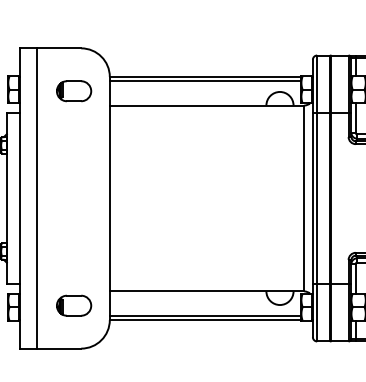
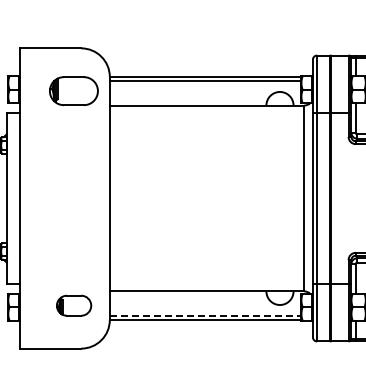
part at (74, 91) size: 37x23 px -> 50x30 px
line at (36, 198): present -> none
line at (205, 315): solid -> dashed
